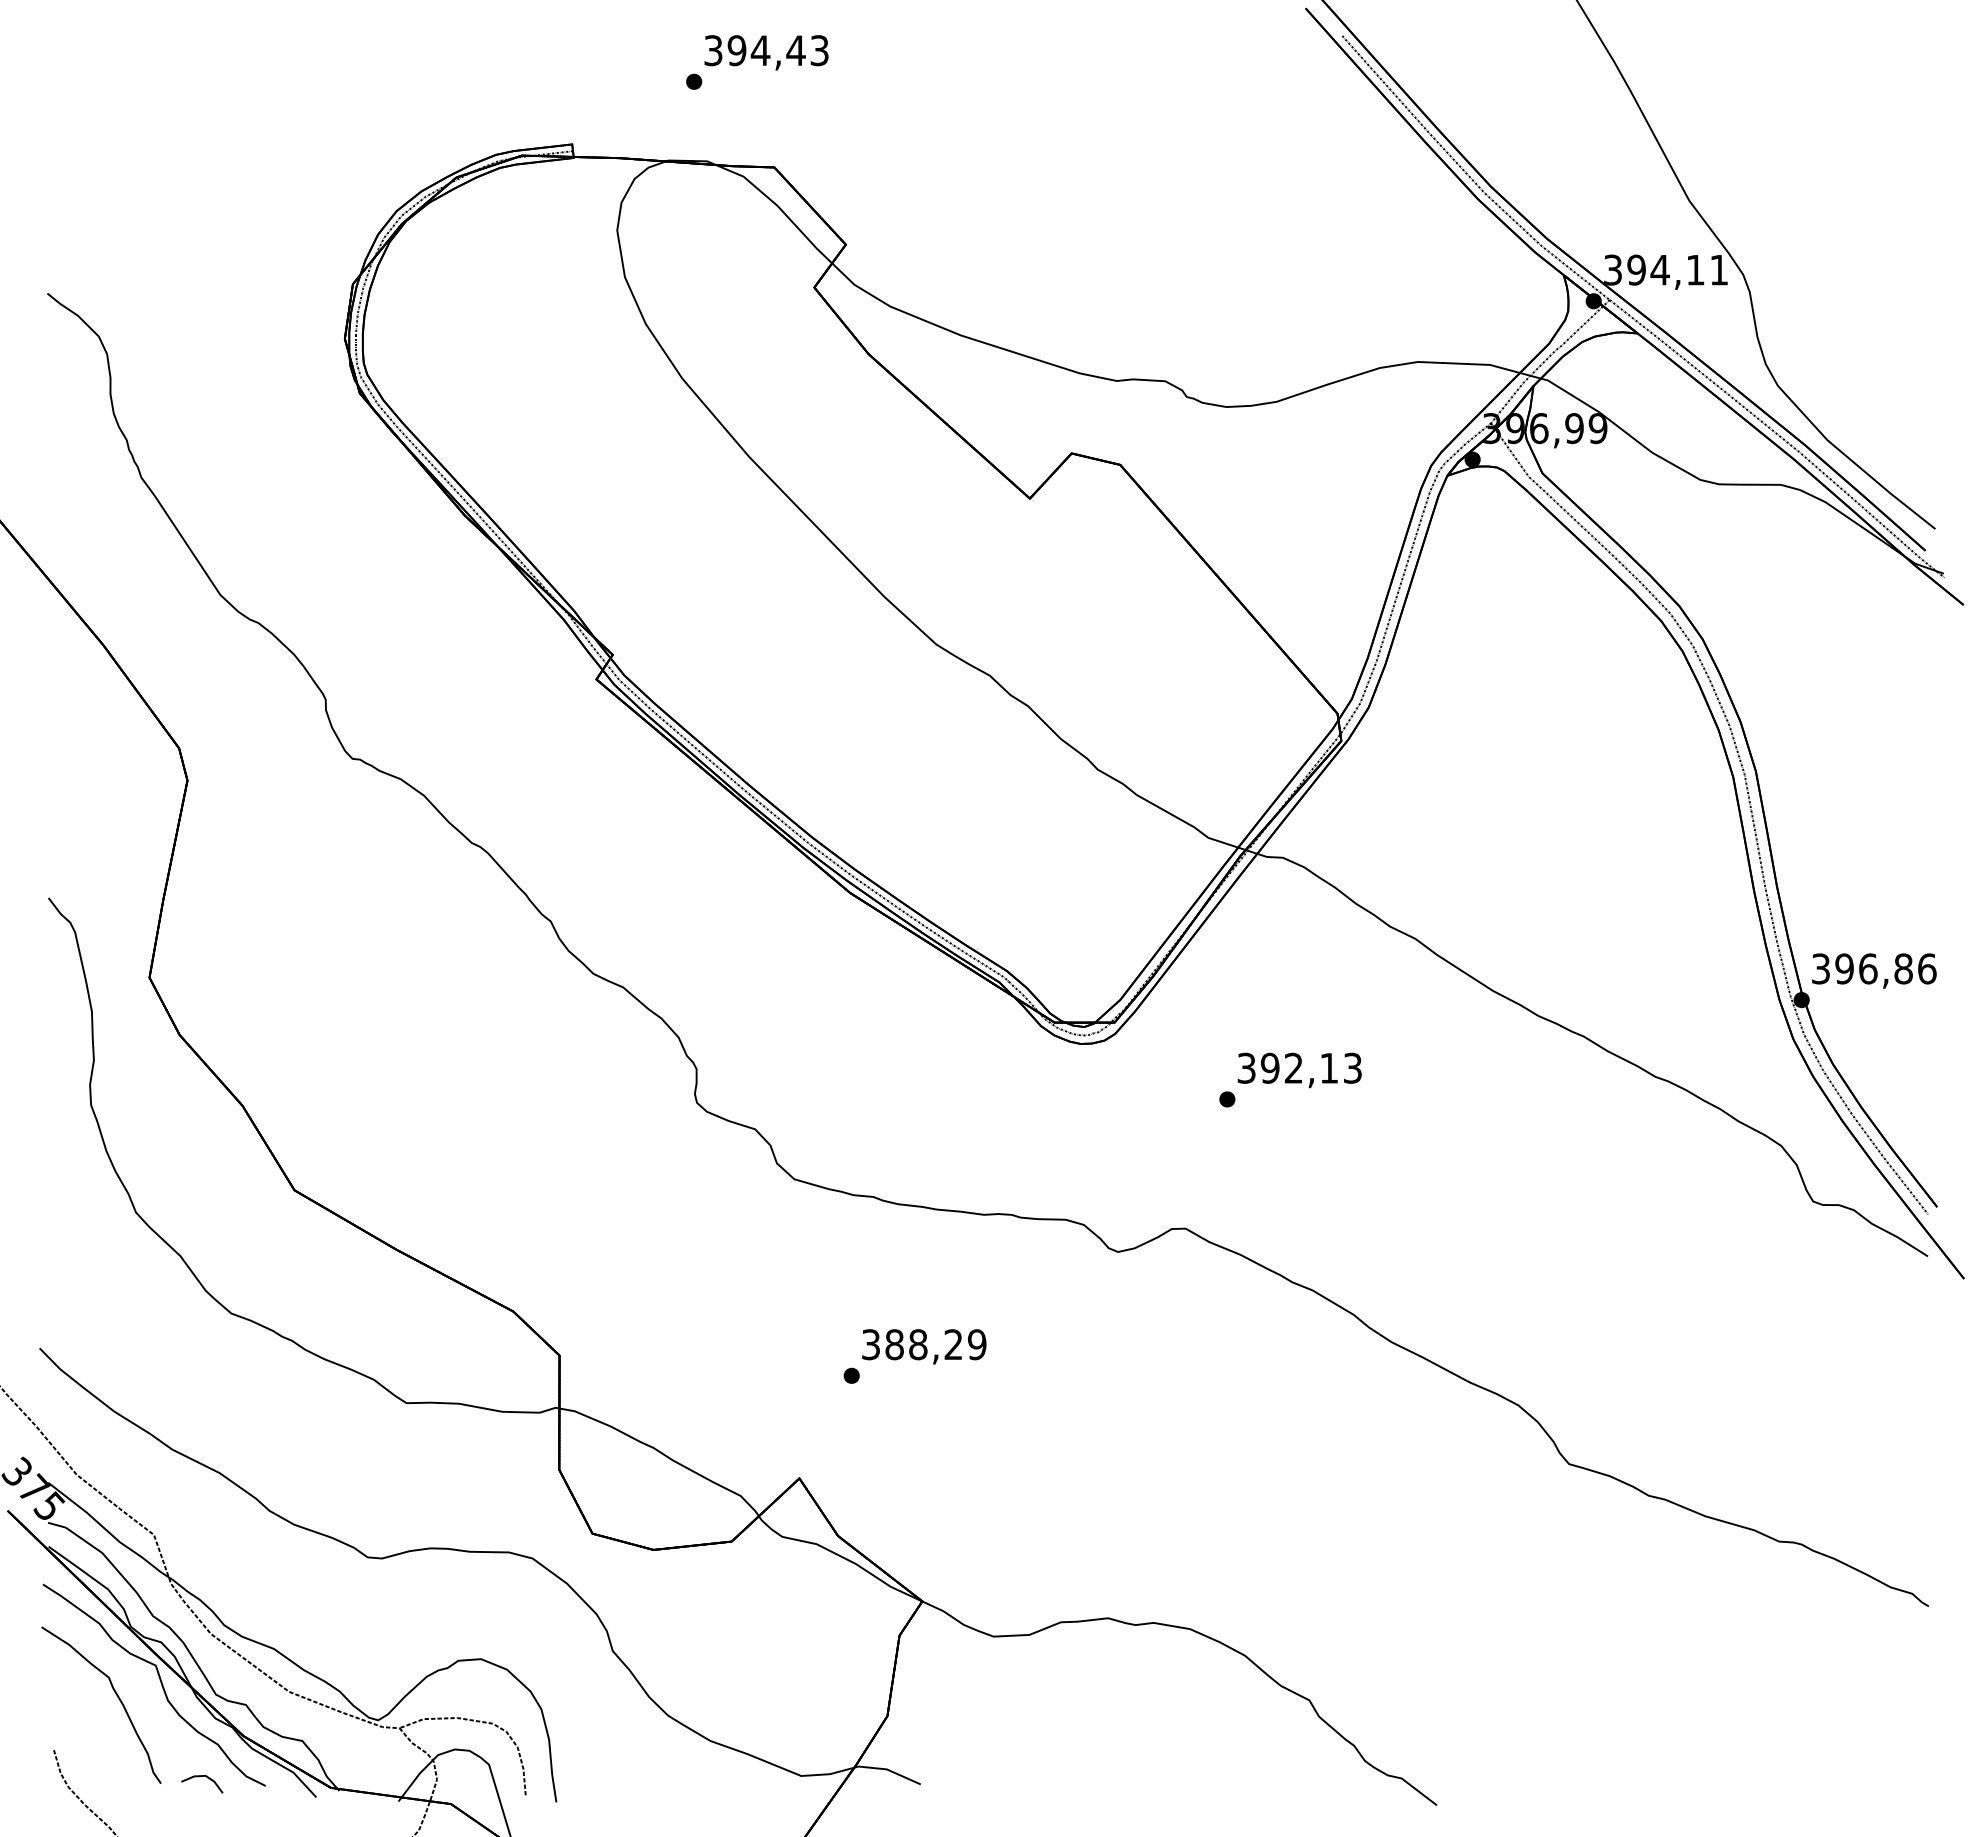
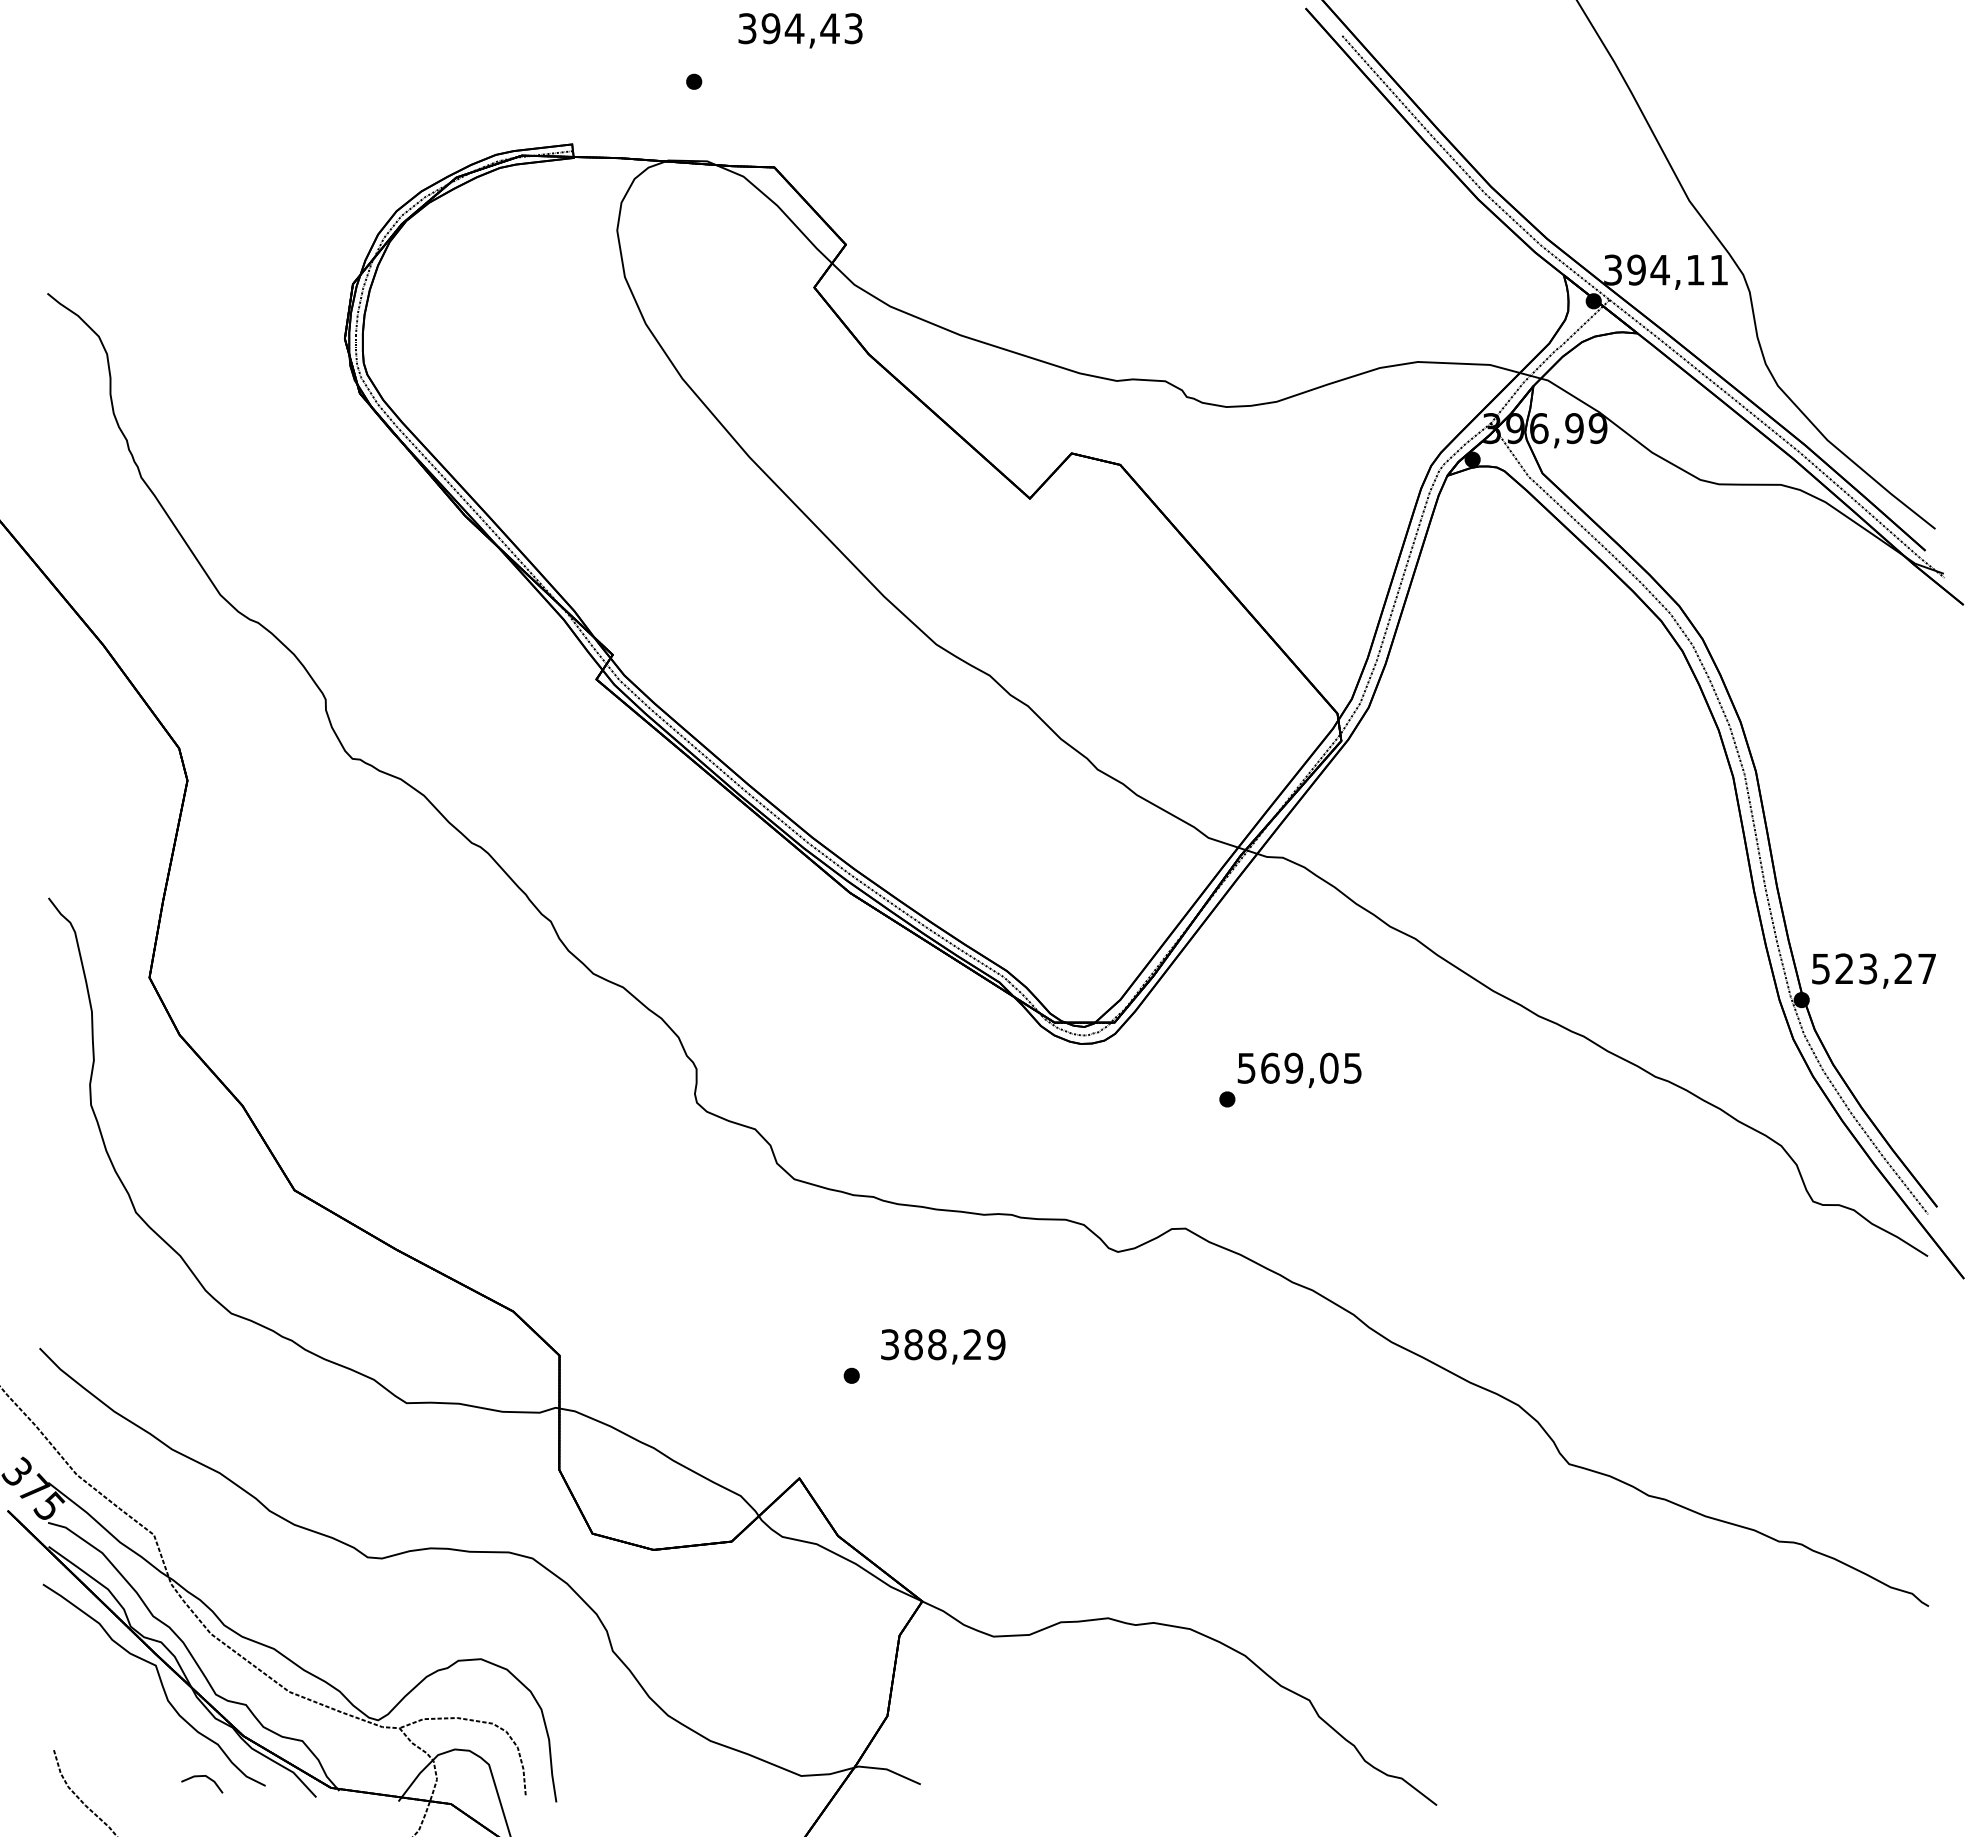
text at (766, 52) position: (766, 52) -> (800, 30)
text at (1874, 968): 396,86 -> 523,27
text at (1299, 1067): 392,13 -> 569,05
text at (924, 1346) position: (924, 1346) -> (943, 1346)
curve at (115, 1694): present -> none
